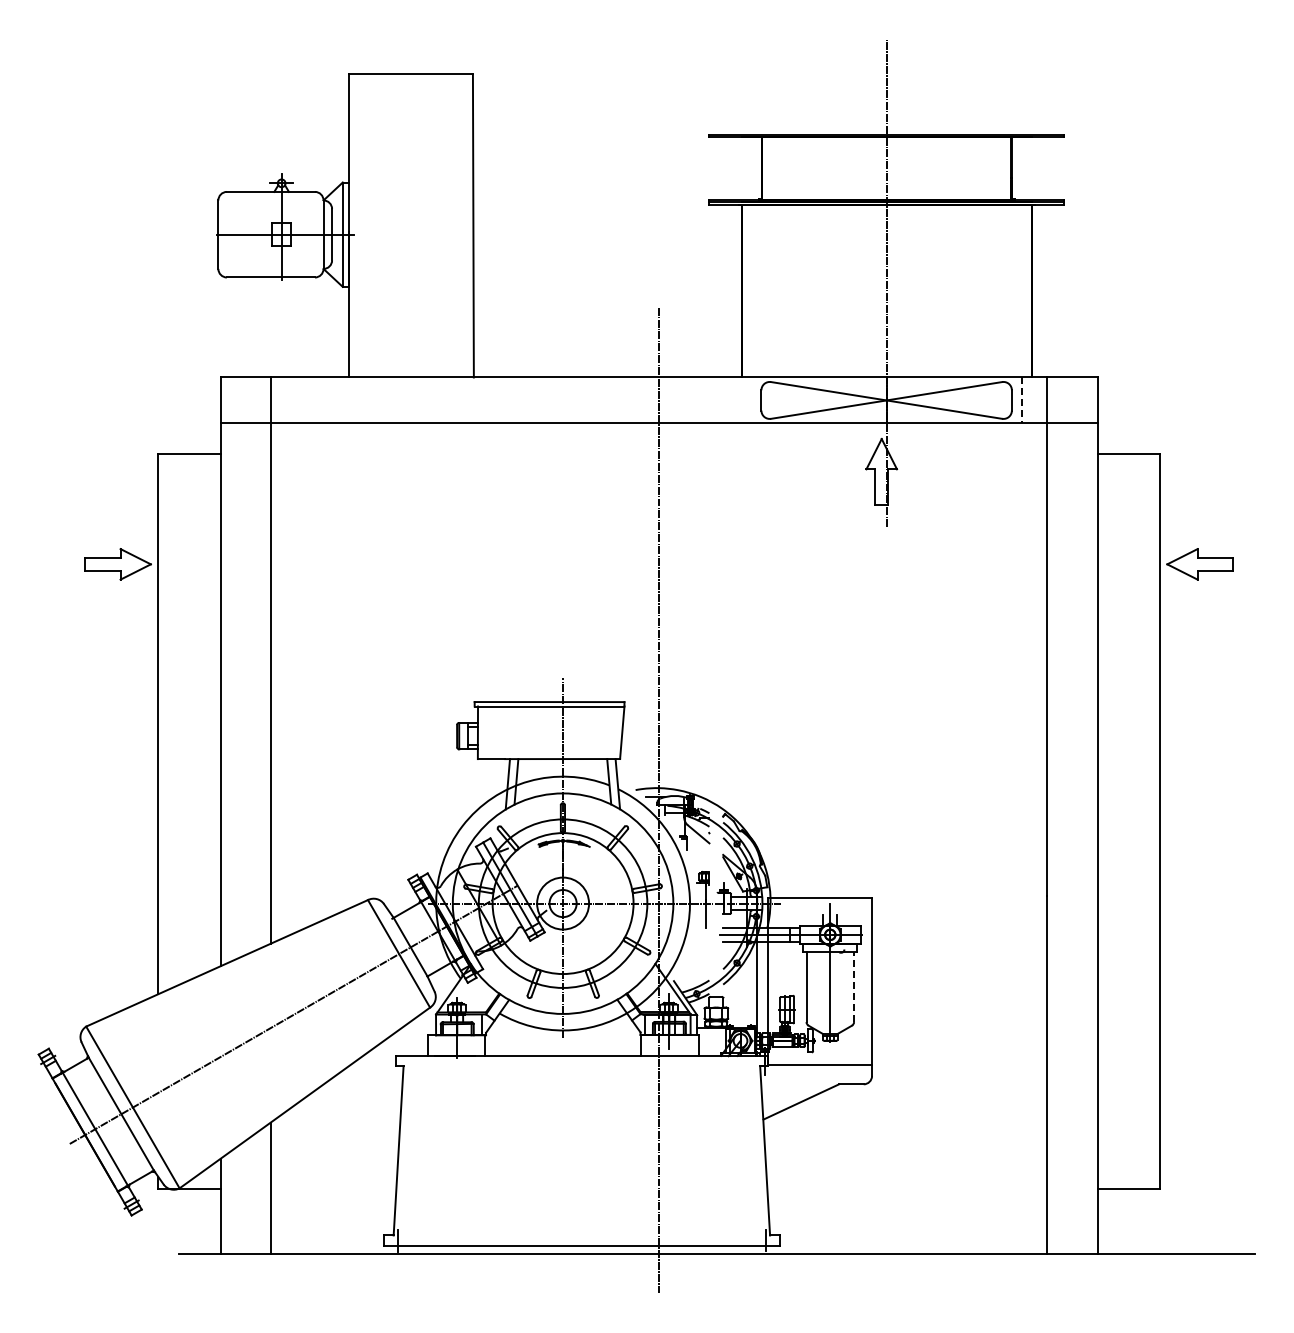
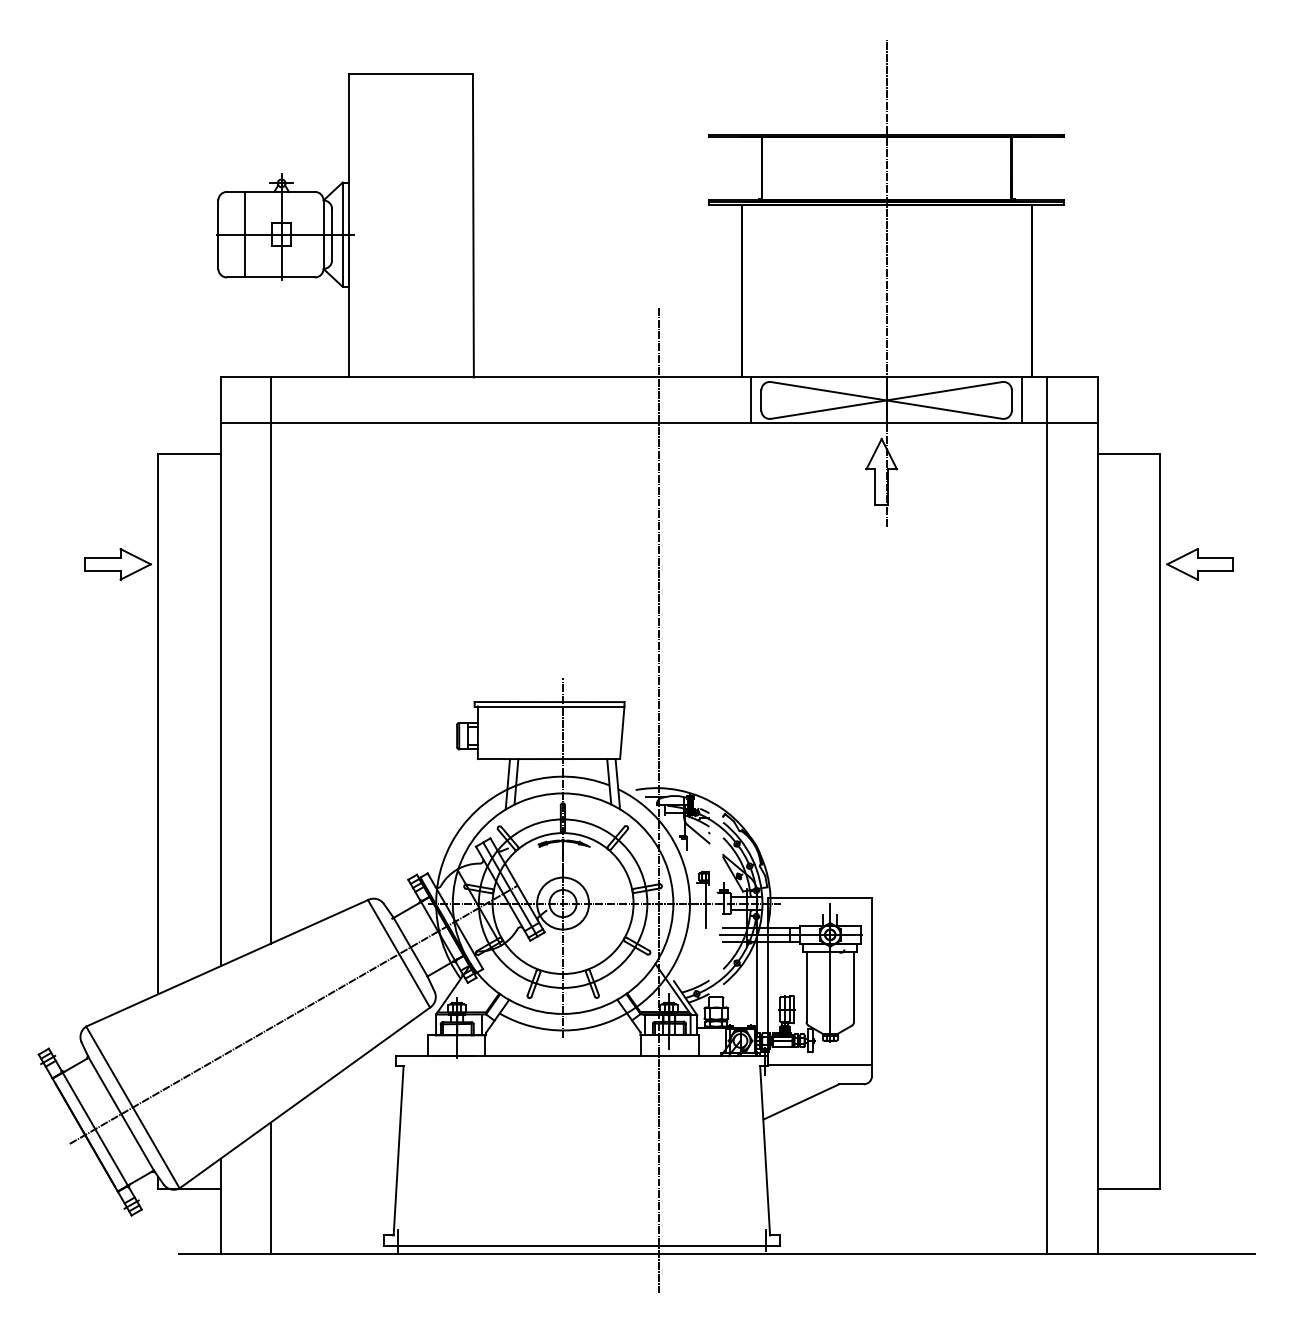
line at (245, 234): none -> present
line at (750, 400): none -> present
line at (1022, 400): dashed -> solid
line at (854, 986): dashed -> solid
